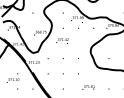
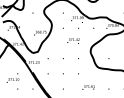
text at (62, 40) position: (62, 40) -> (73, 40)
